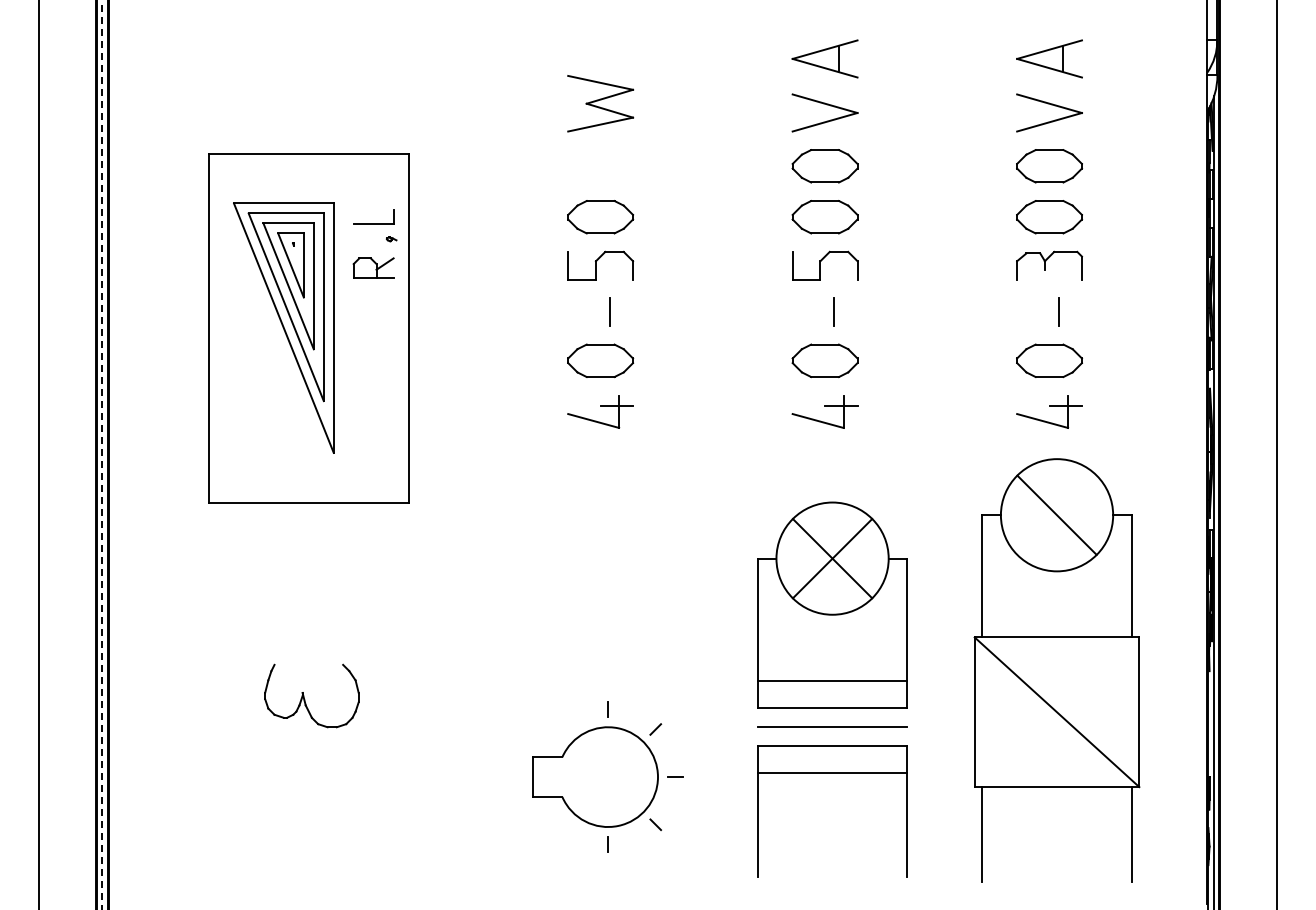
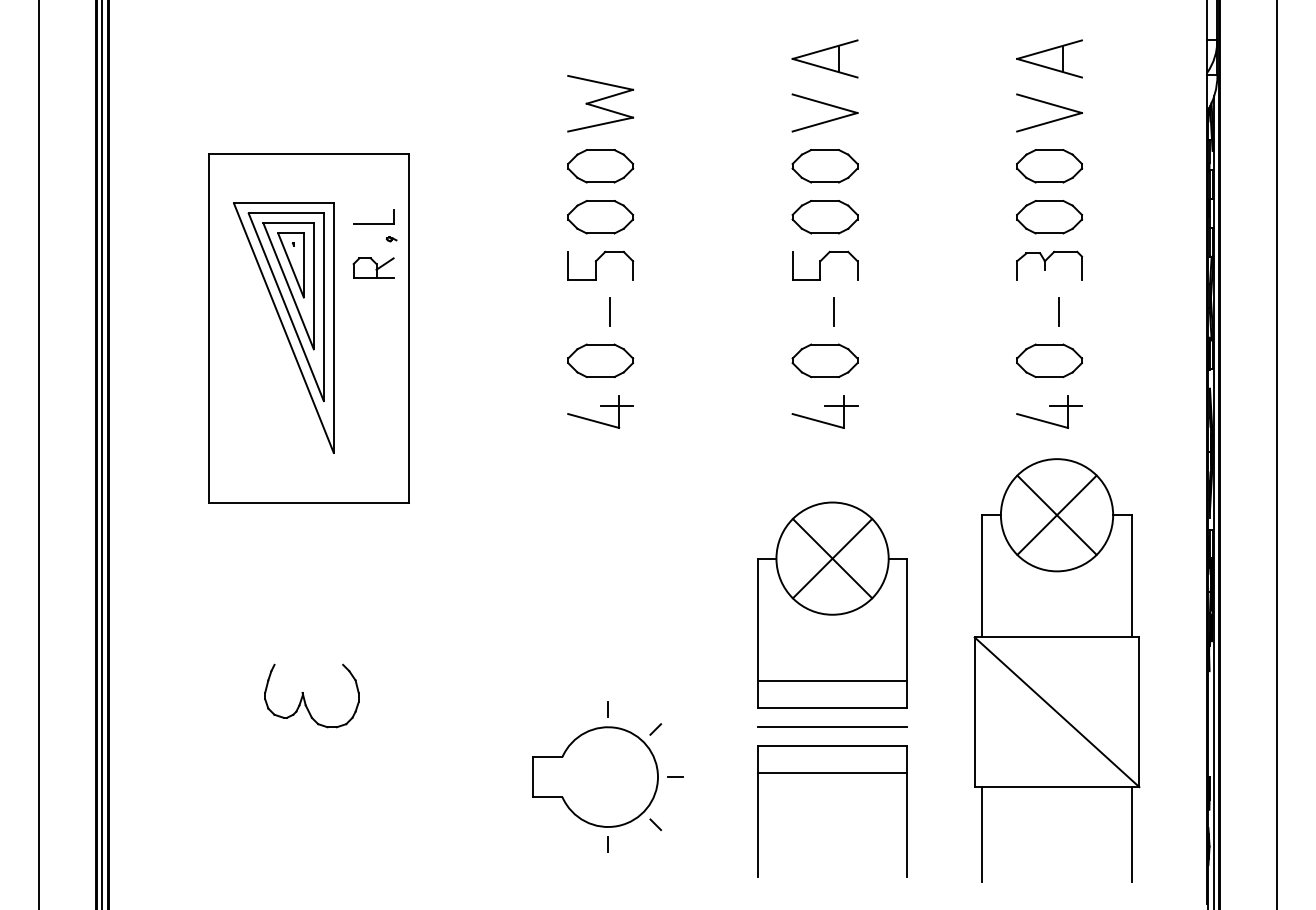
part at (600, 166): none -> present
line at (101, 455): dashed -> solid
line at (1056, 514): none -> present
